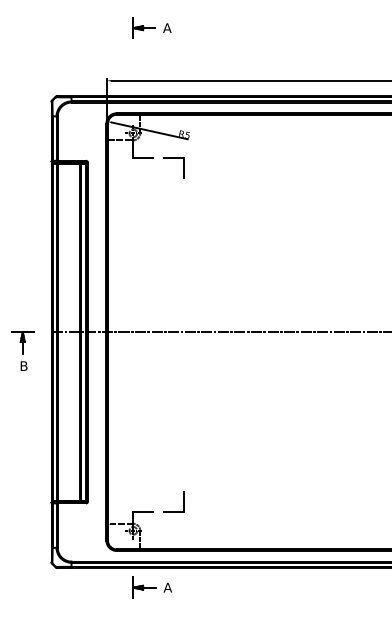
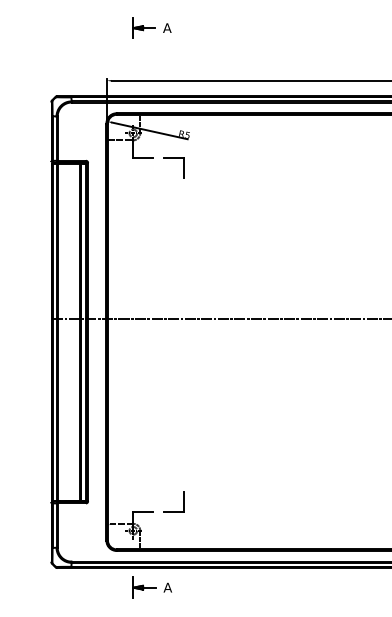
line at (220, 332) position: (220, 332) -> (220, 319)
part at (22, 350): present -> none
